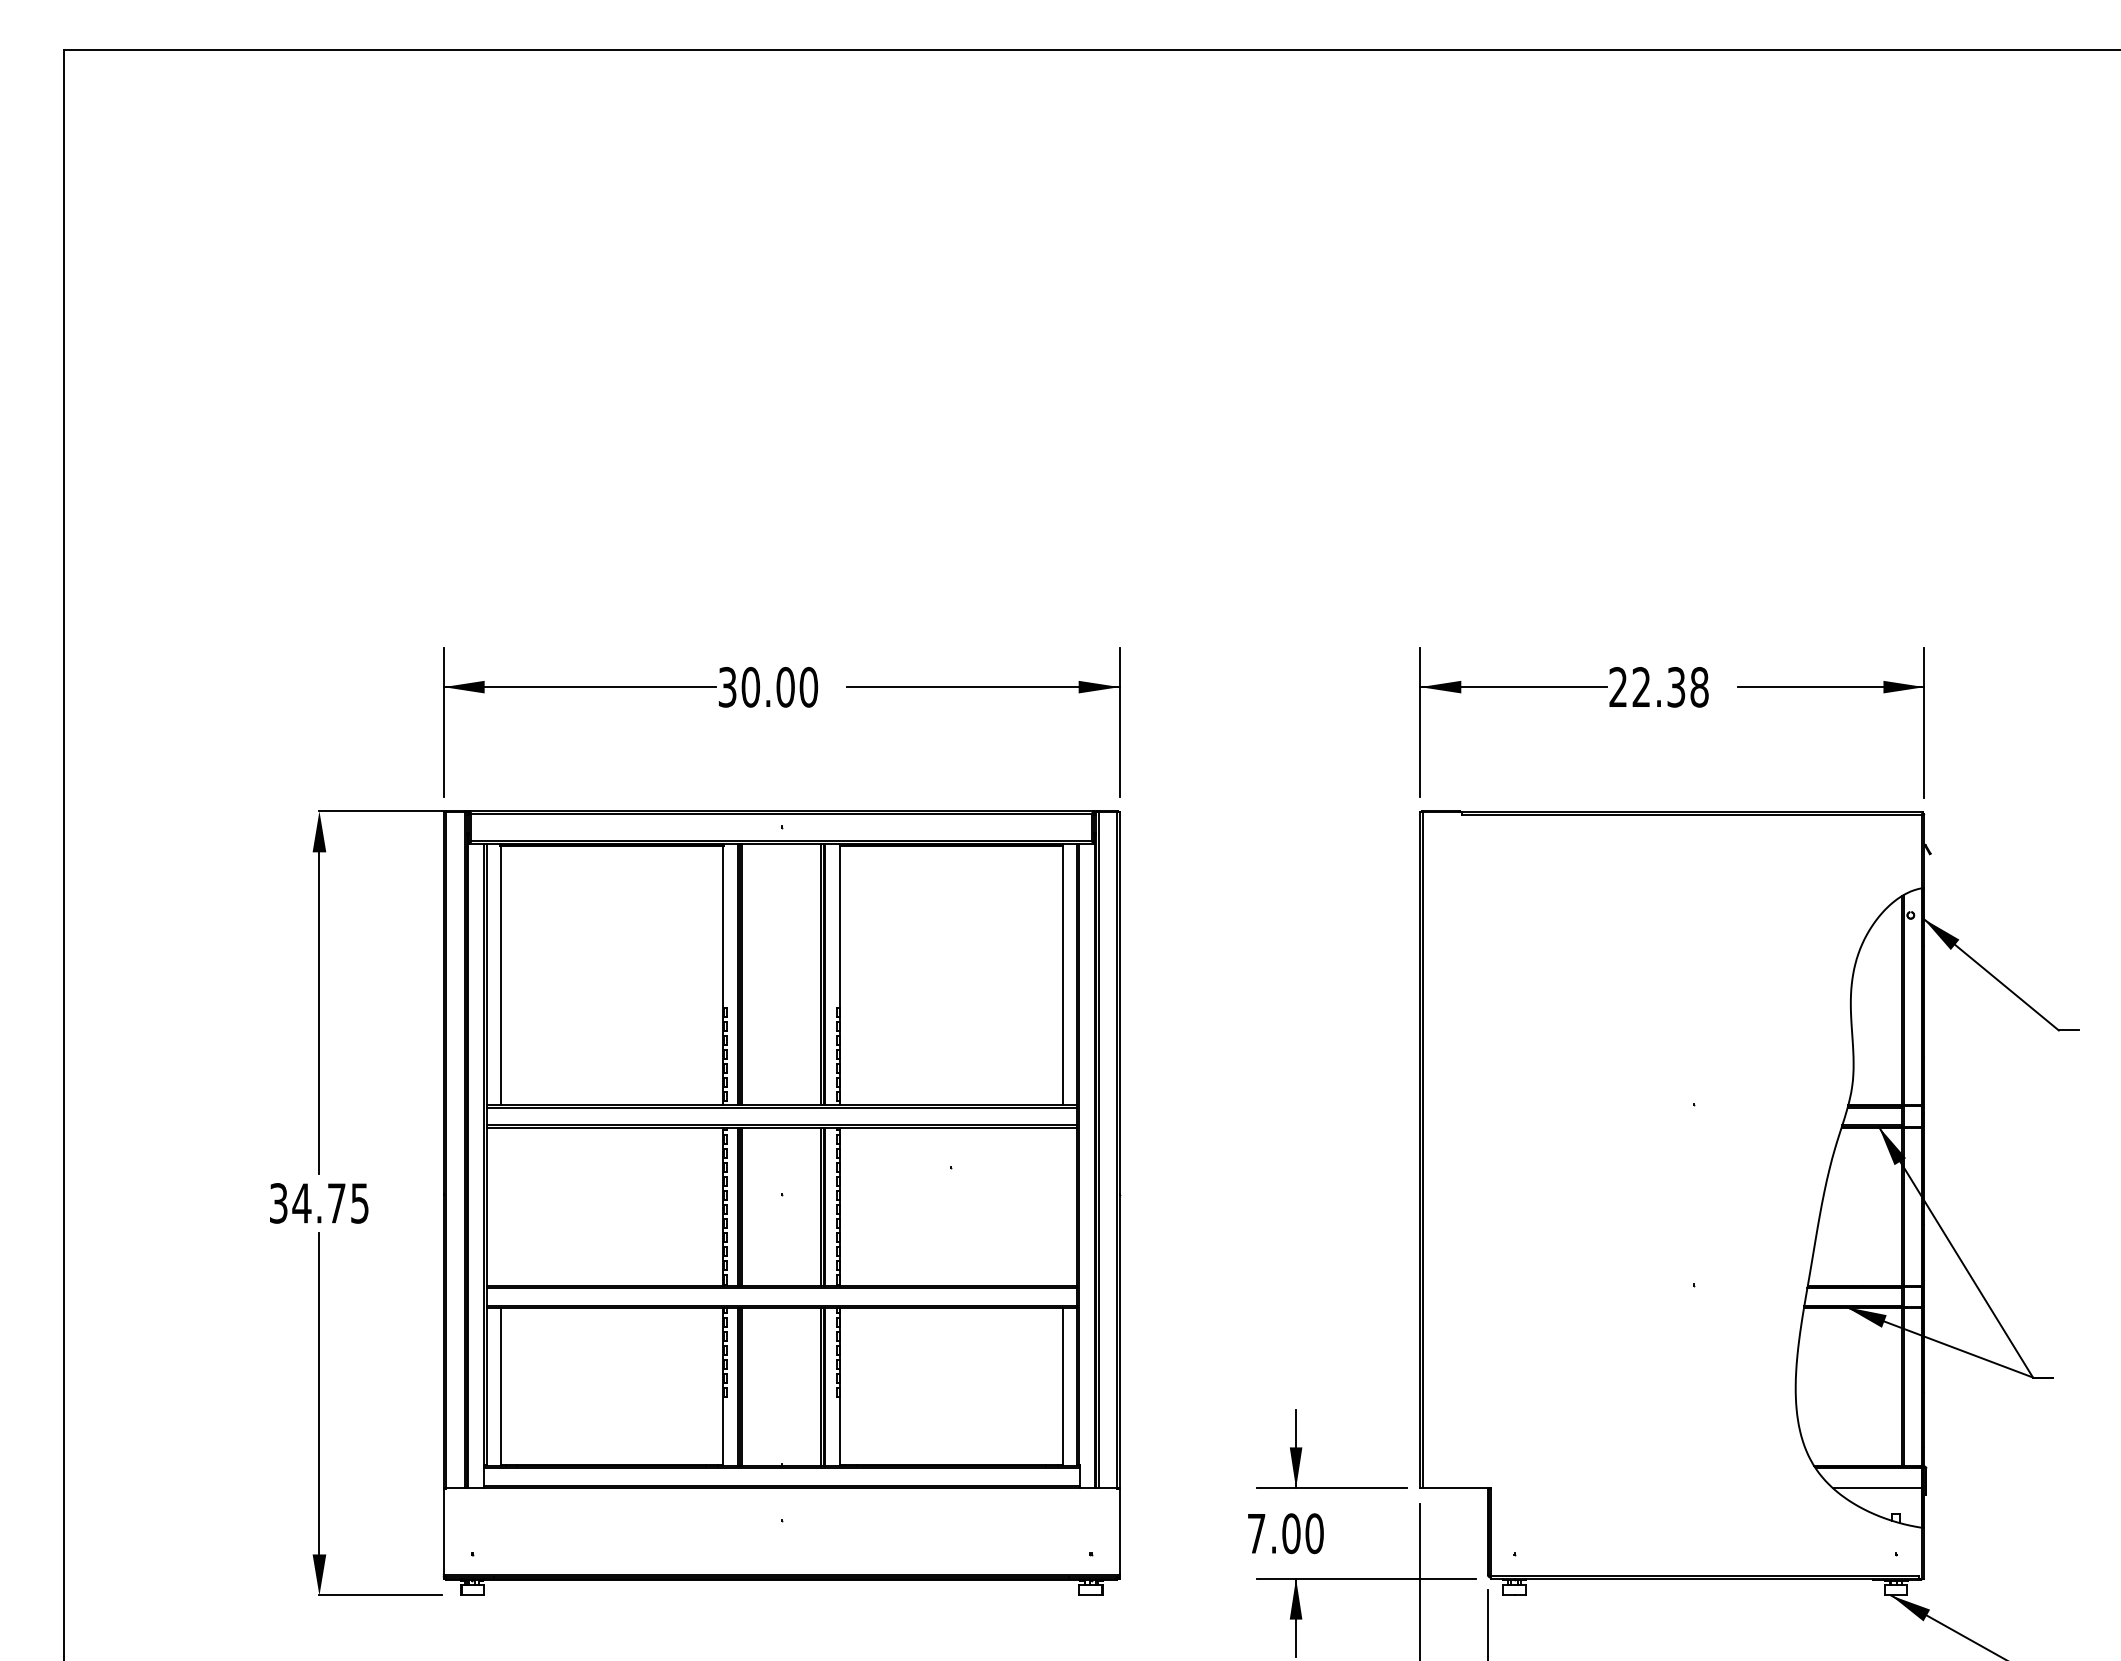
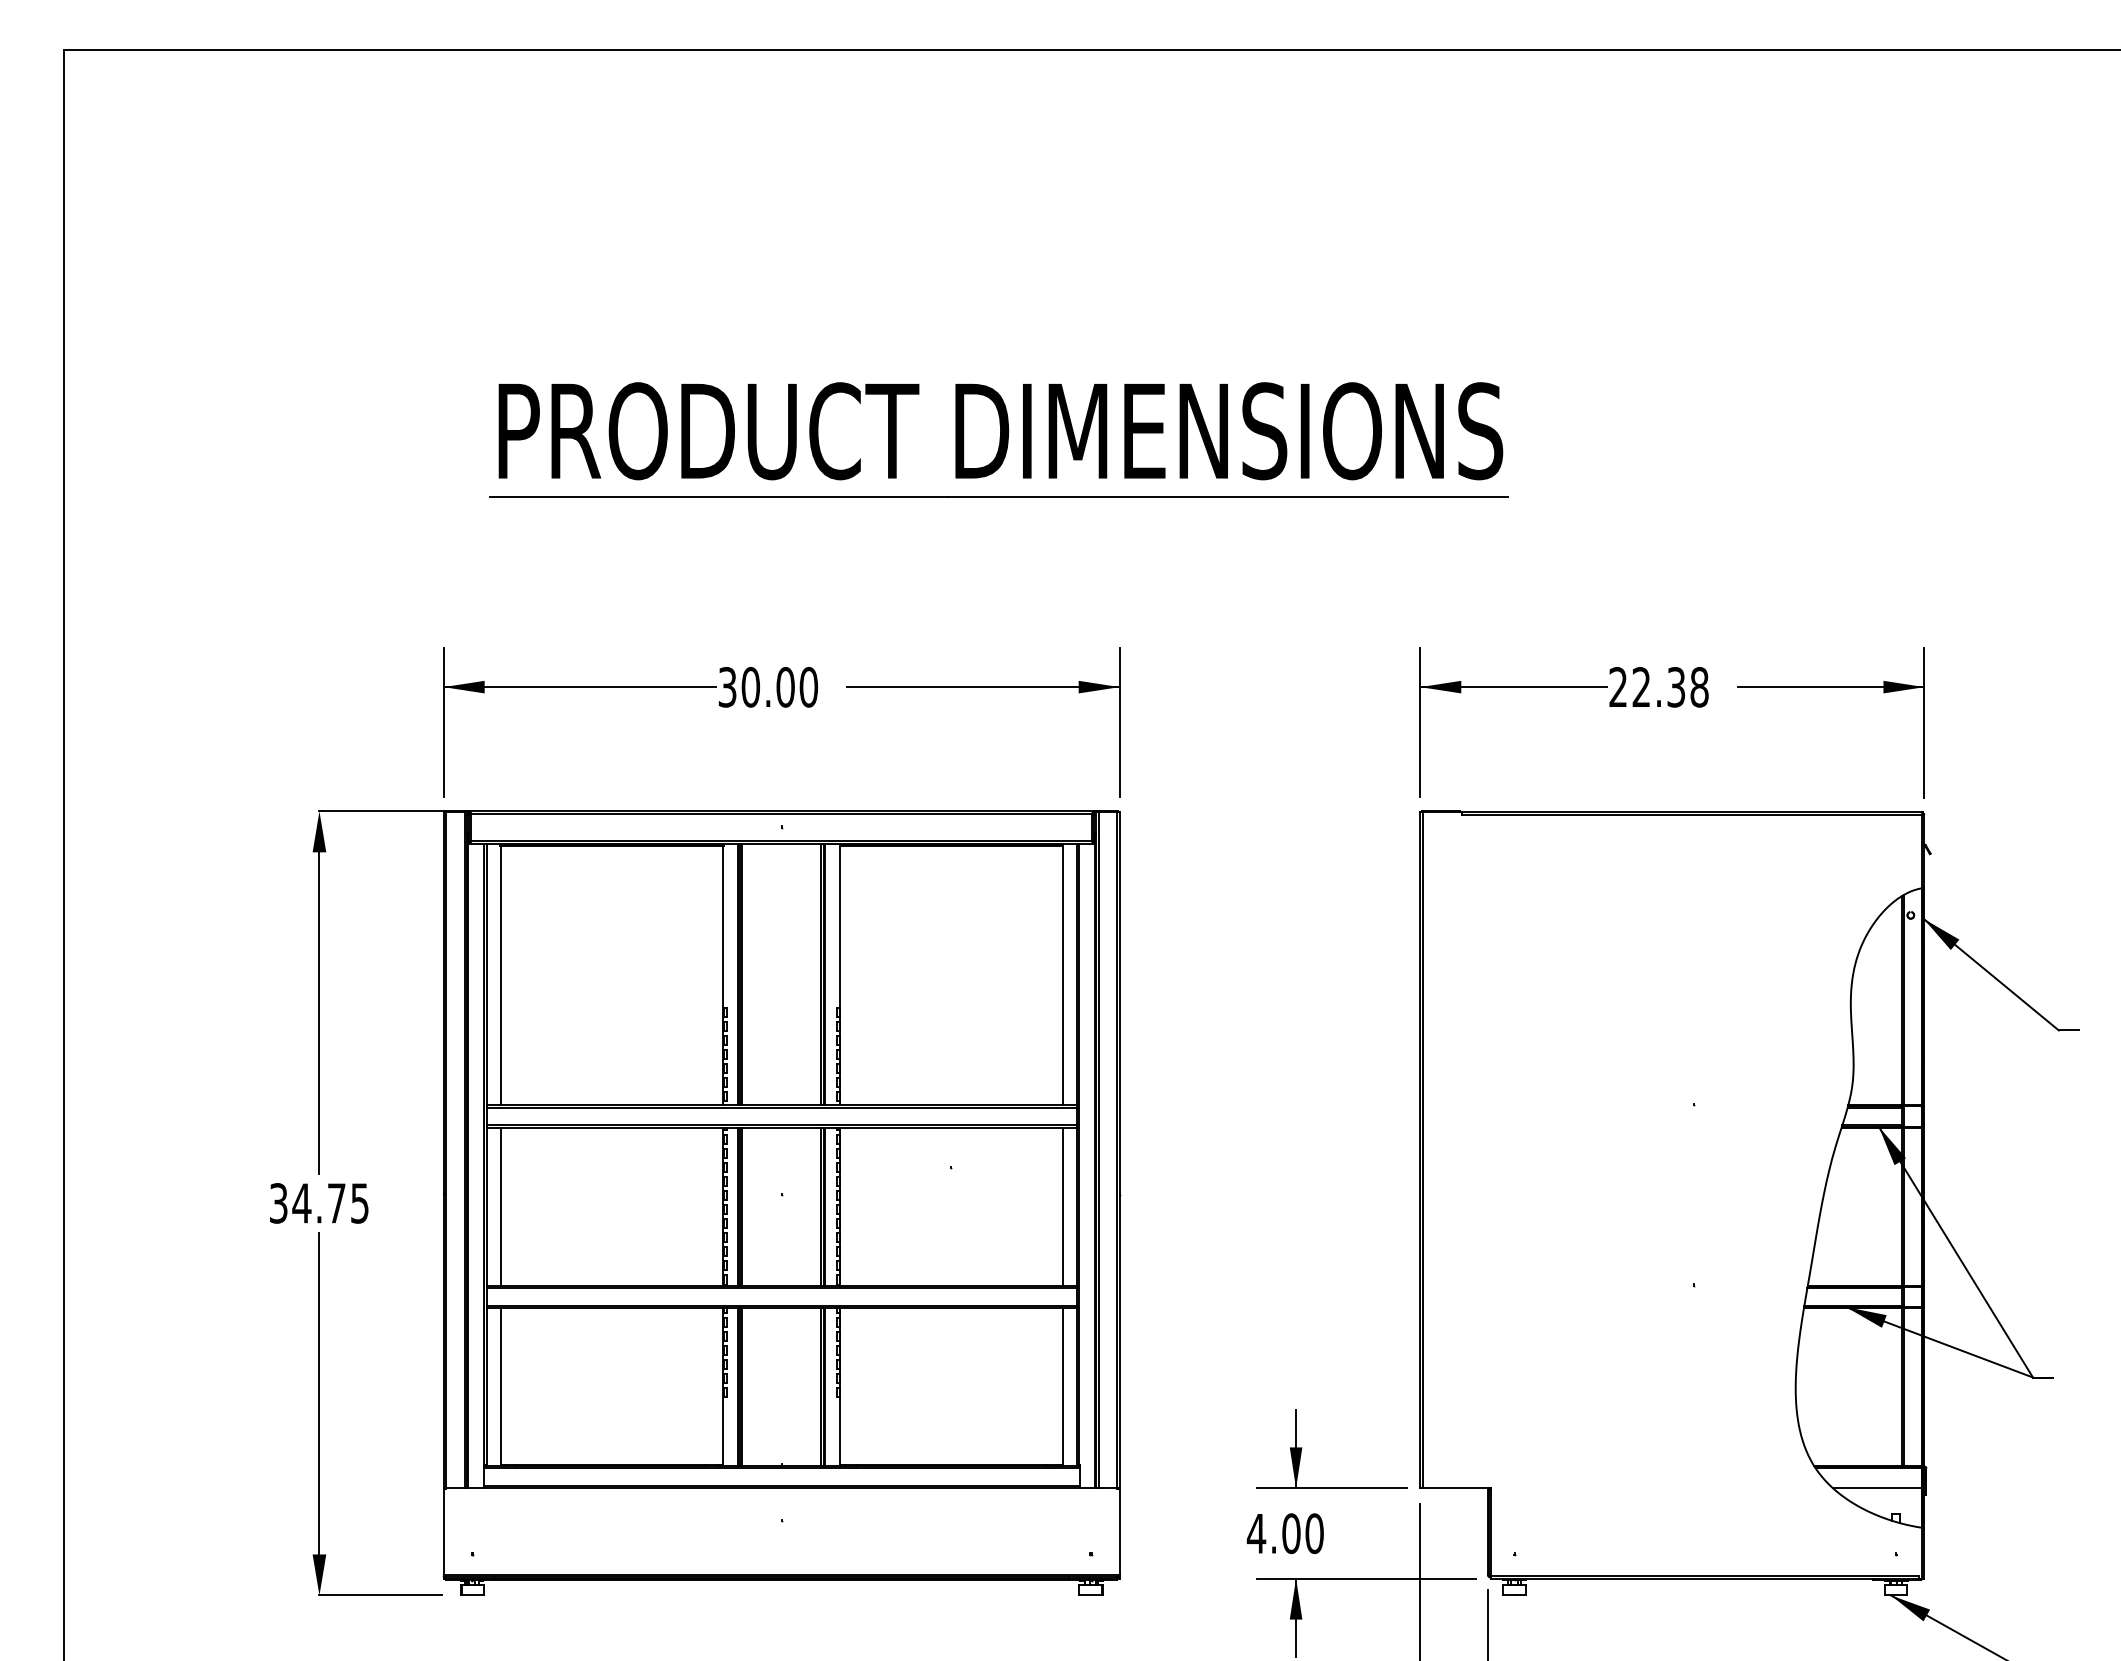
part at (998, 439): none -> present
line at (500, 1206): none -> present
line at (1062, 1206): none -> present
text at (1256, 1533): 7.00 -> 4.00
